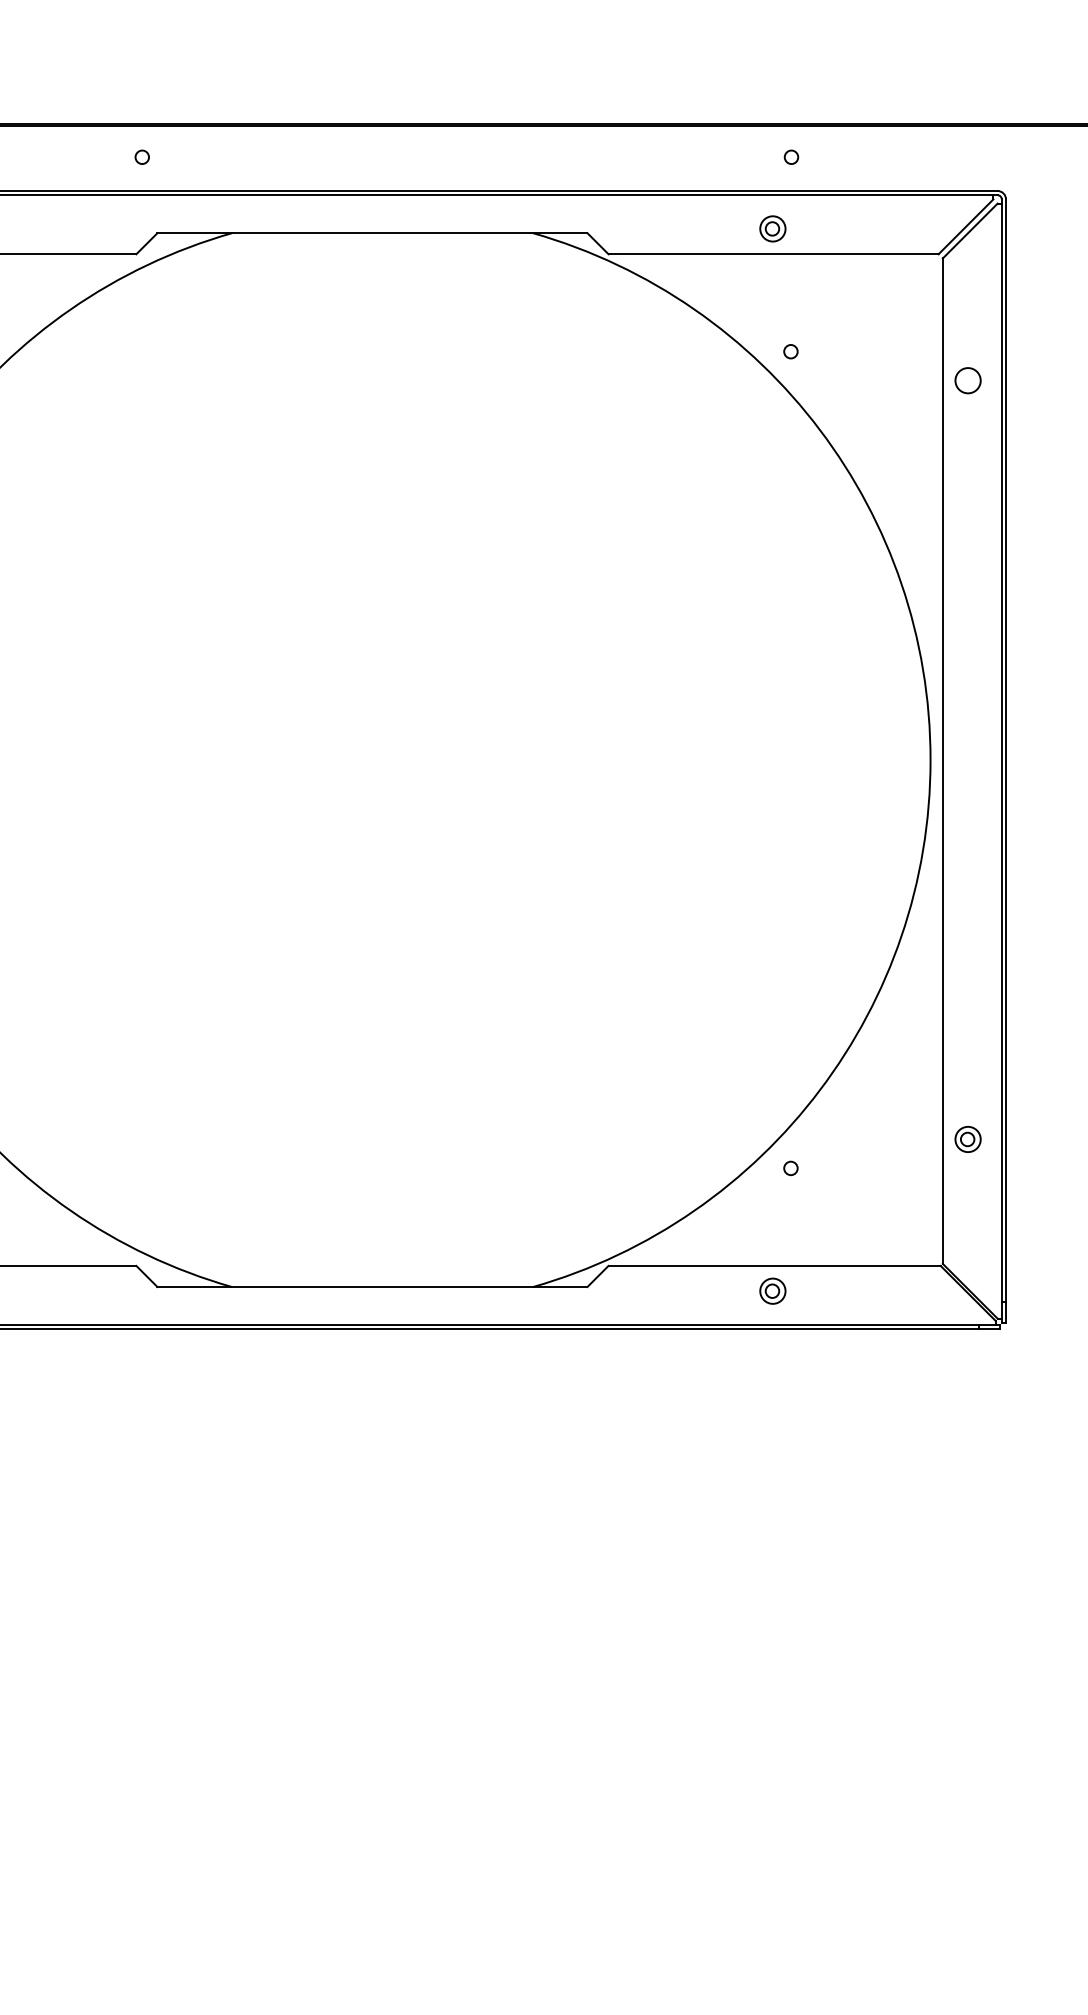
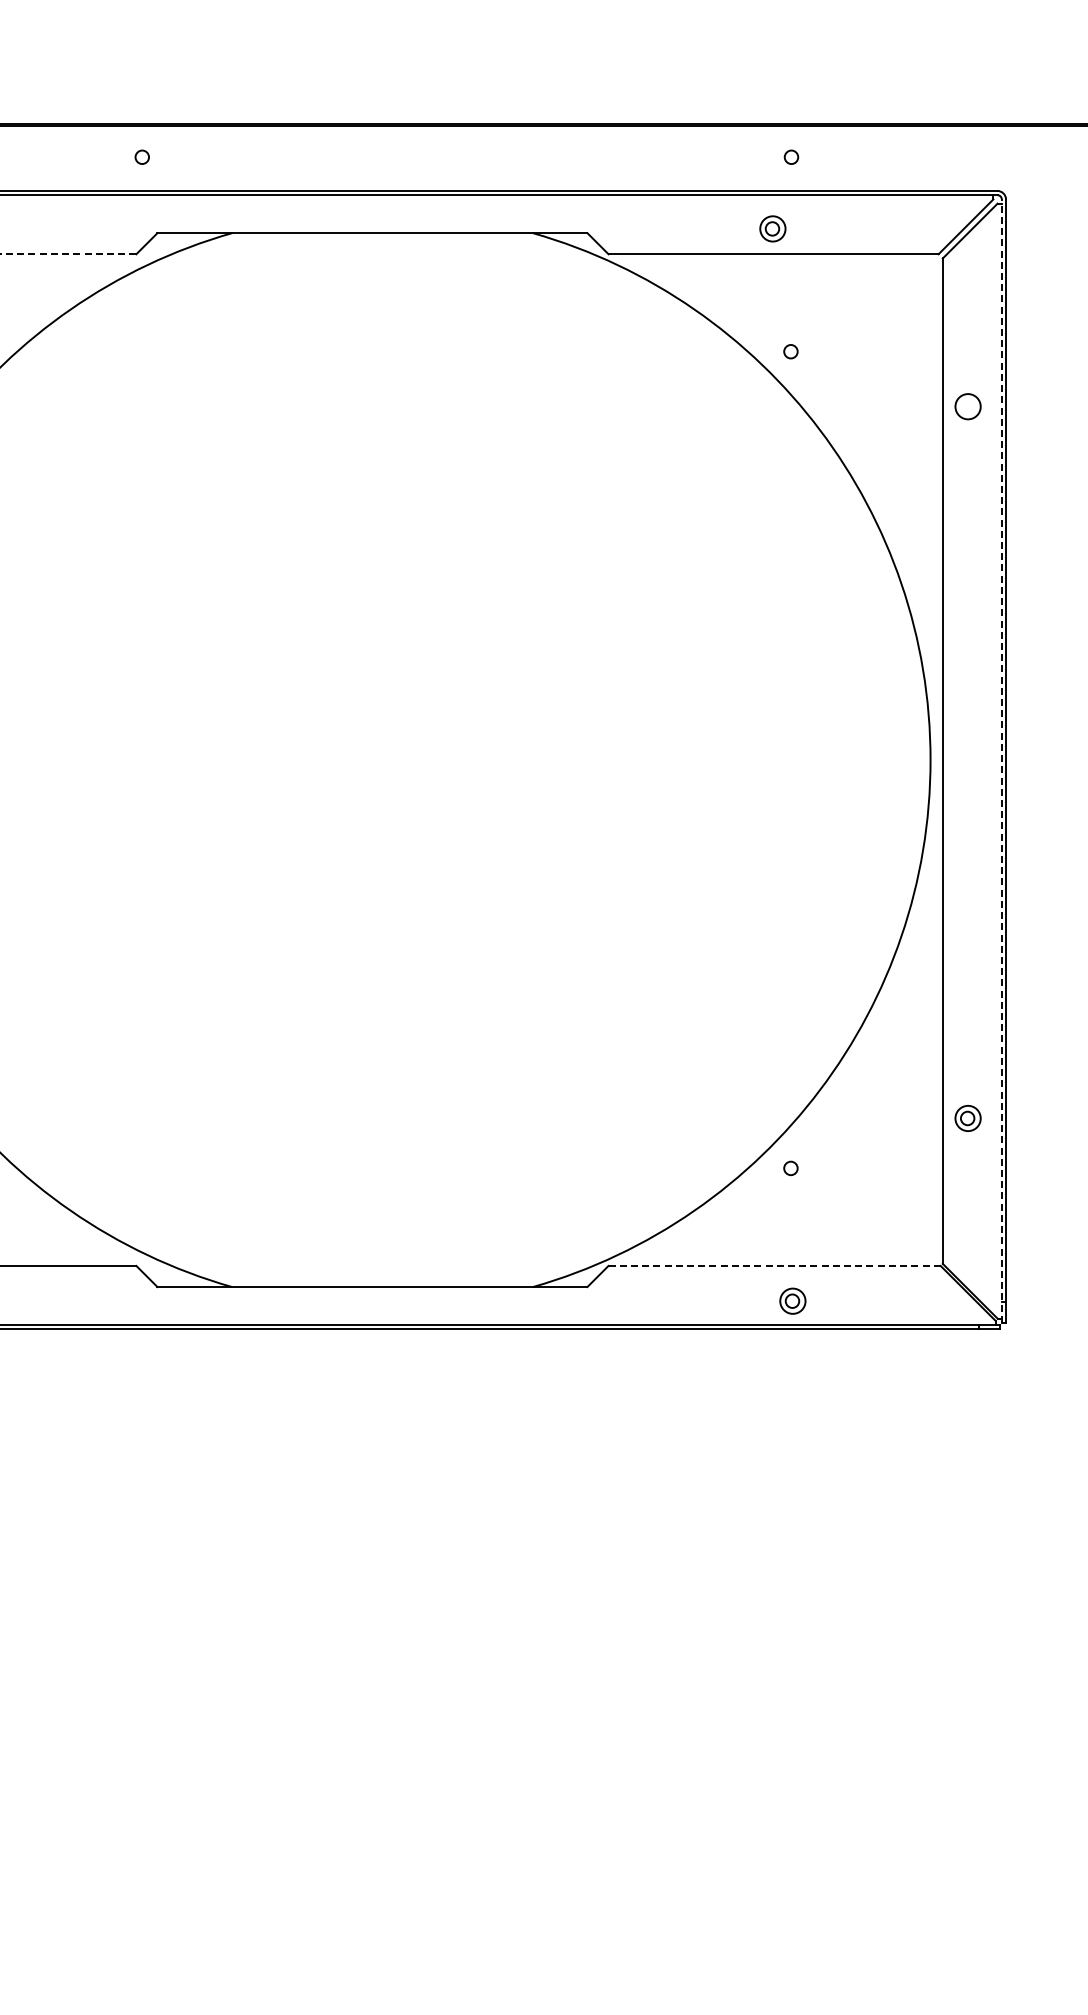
line at (68, 254): solid -> dashed
circle at (967, 380) position: (967, 380) -> (967, 406)
line at (1001, 761): solid -> dashed
part at (967, 1139) position: (967, 1139) -> (967, 1118)
line at (775, 1265): solid -> dashed
part at (772, 1290) position: (772, 1290) -> (792, 1300)
